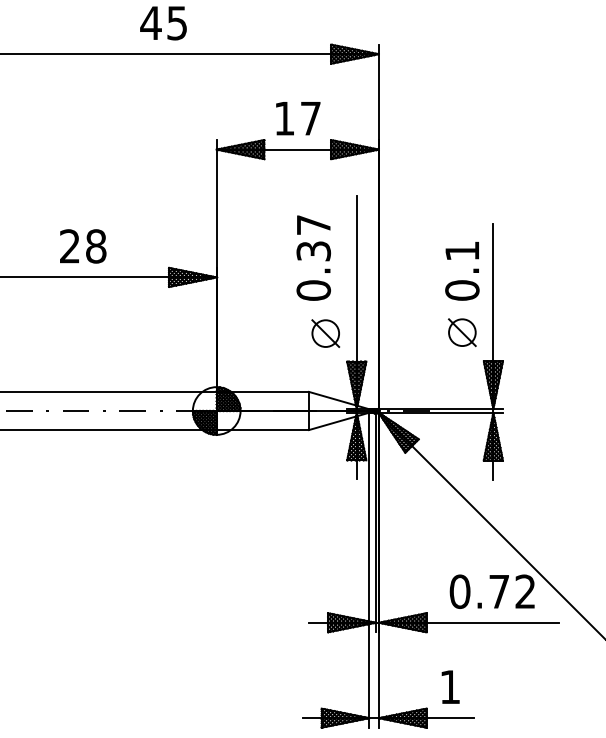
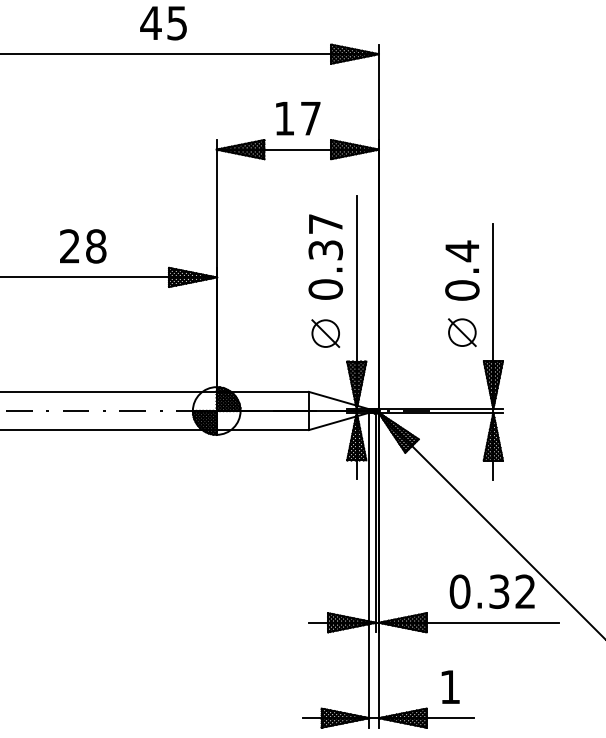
text at (461, 251): 0.1 -> 0.4
text at (313, 257) position: (313, 257) -> (325, 256)
text at (499, 591): 0.72 -> 0.32
